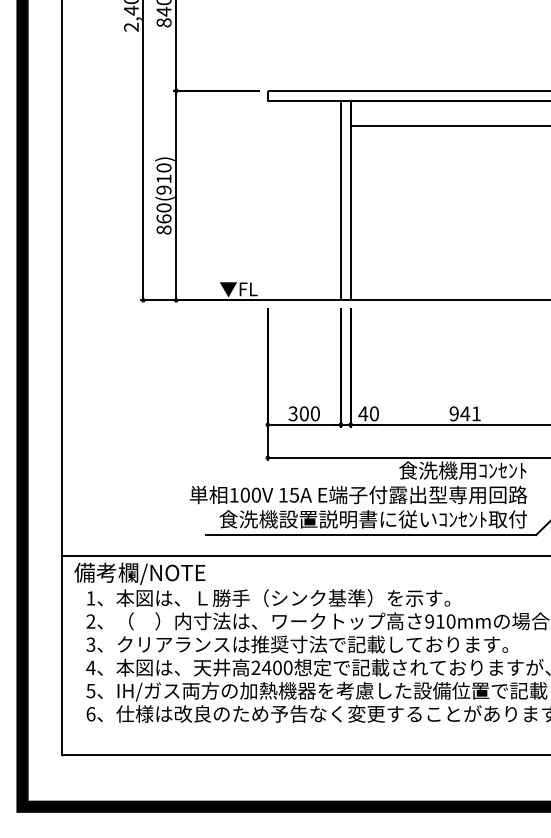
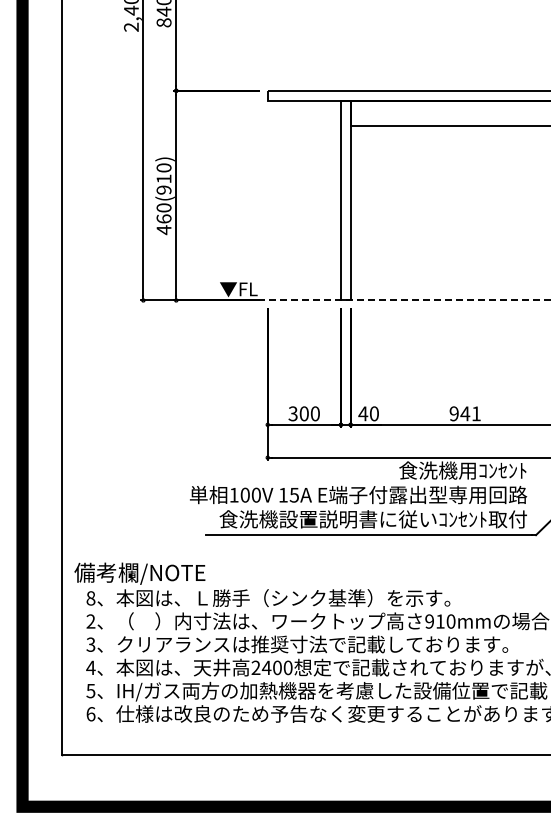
text at (163, 230): 860(910) -> 460(910)
line at (387, 300): solid -> dashed
line at (304, 556): present -> none
text at (90, 598): 1 -> 8
